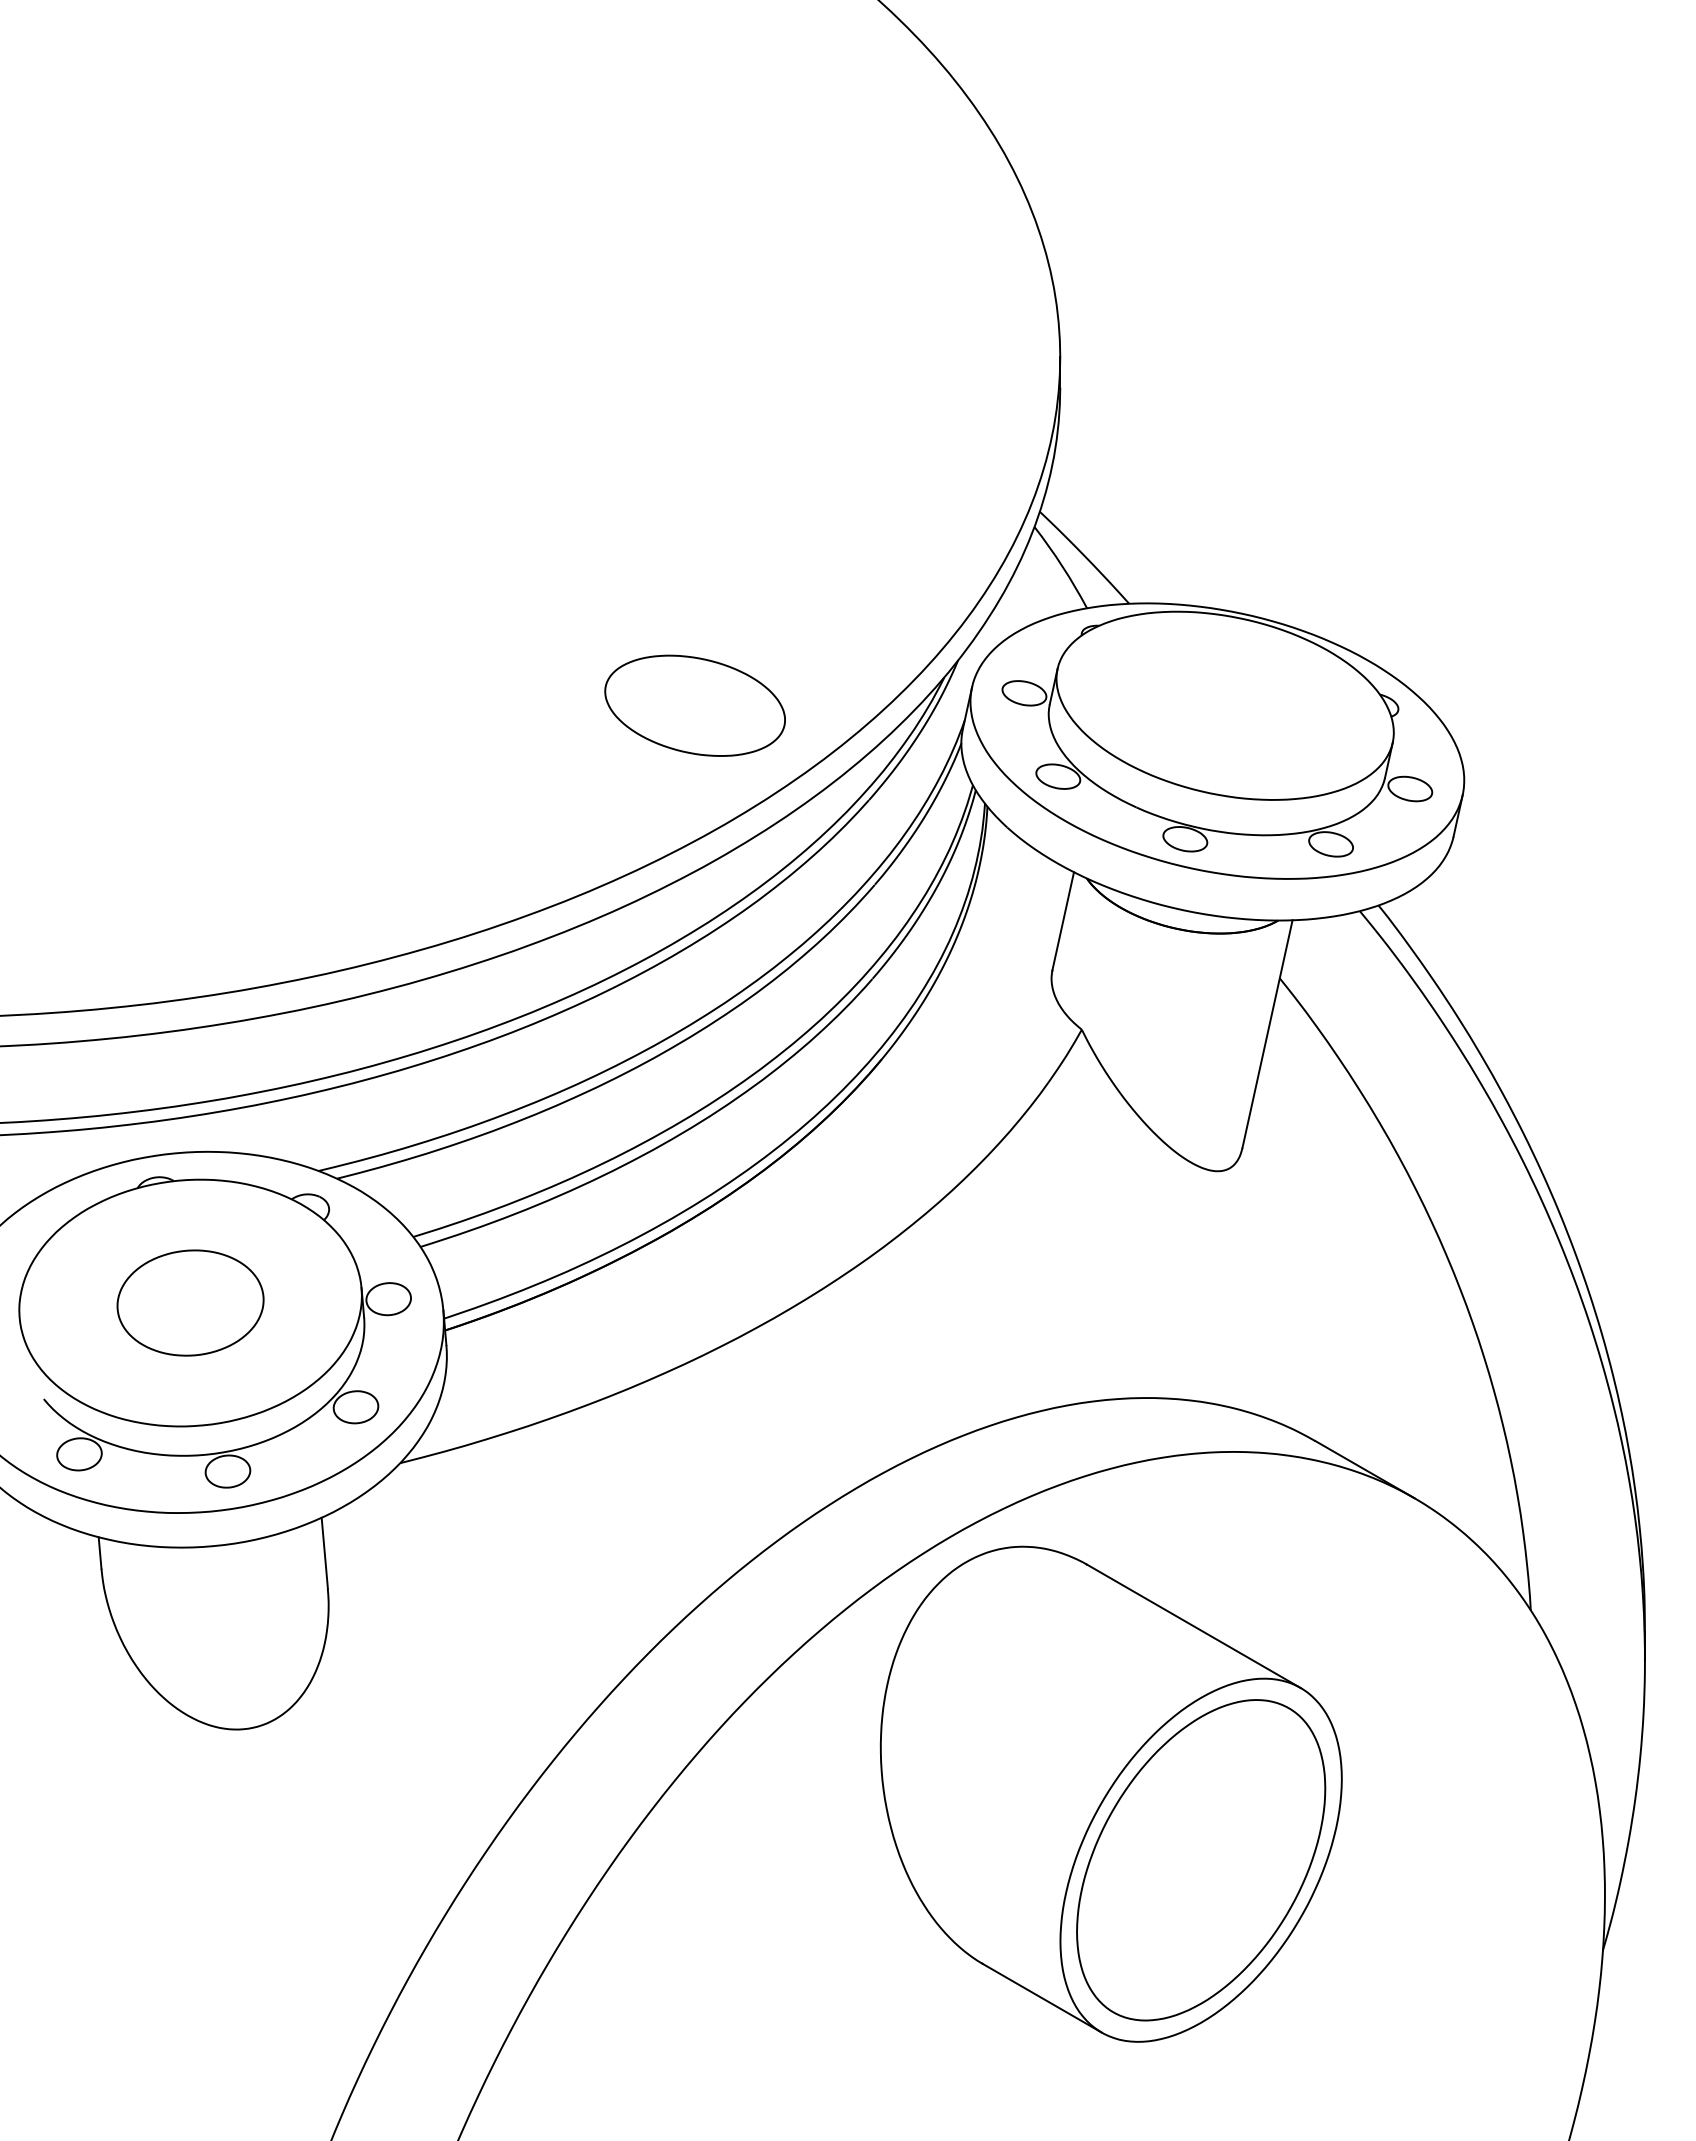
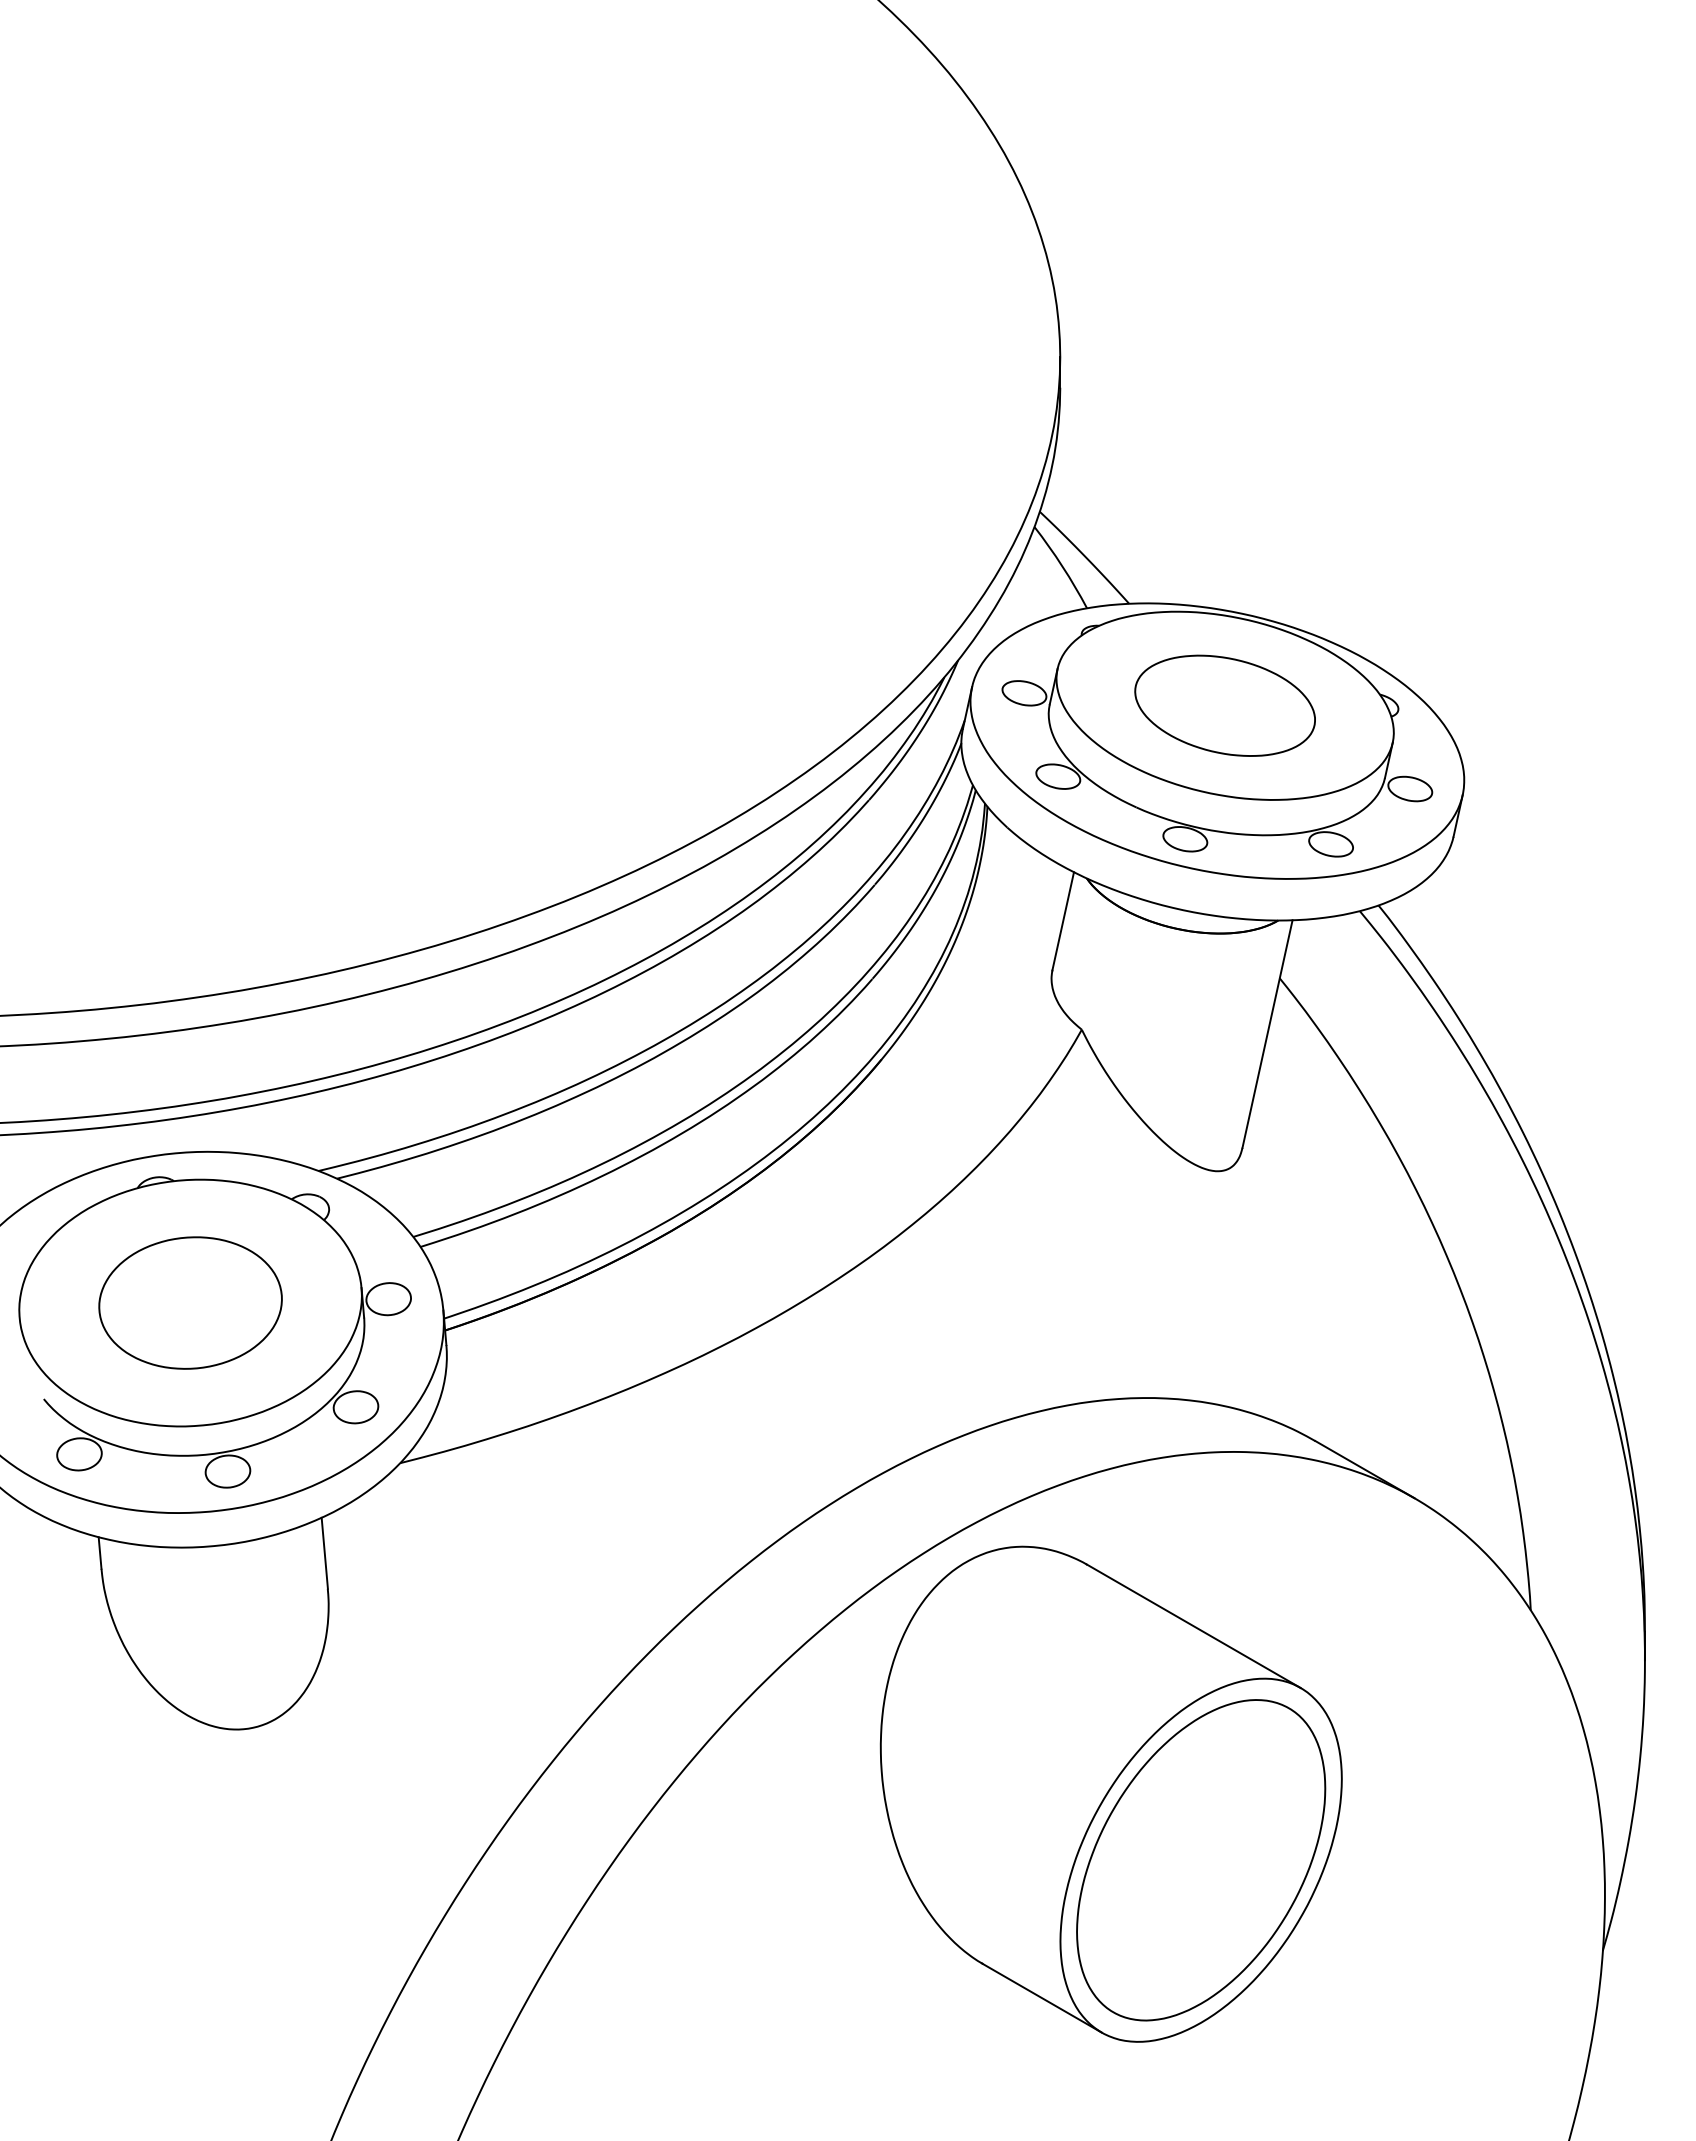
part at (694, 705) position: (694, 705) -> (1224, 705)
part at (190, 1302) size: 149x108 px -> 185x134 px
